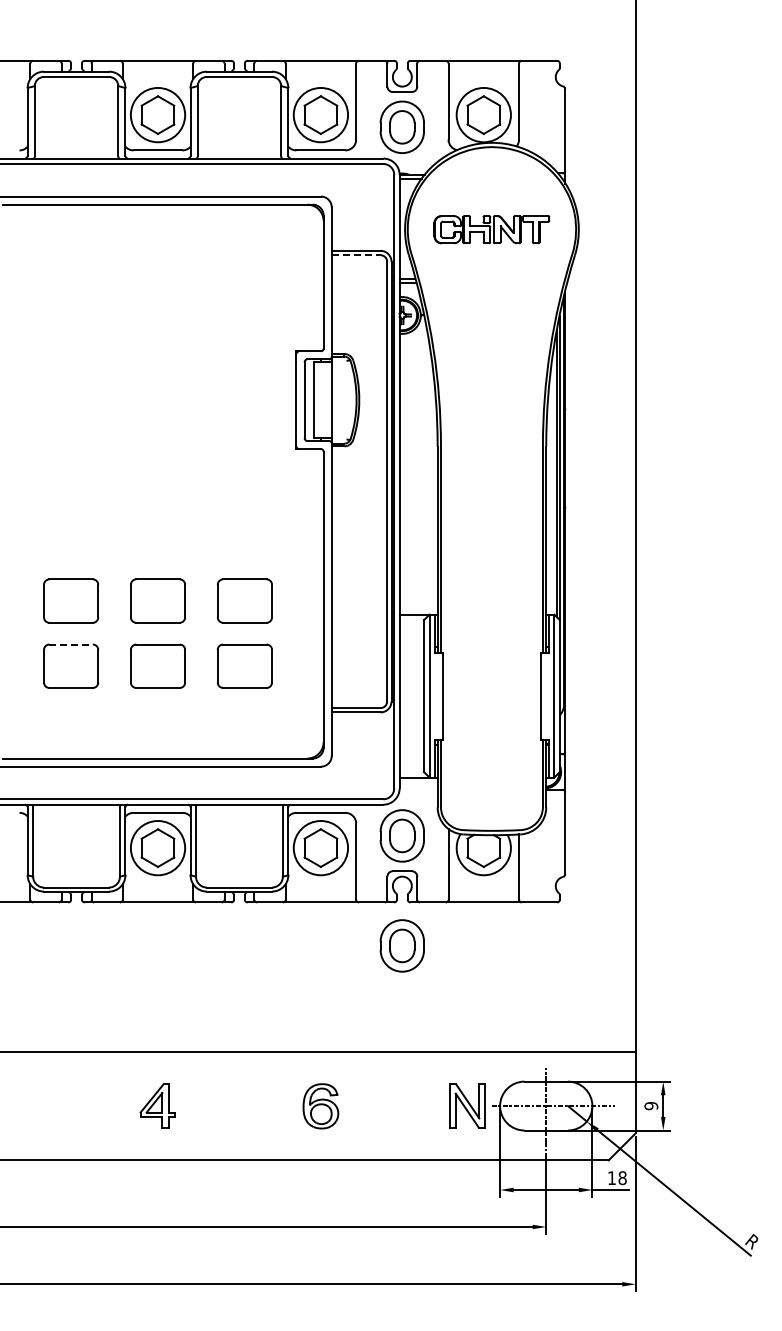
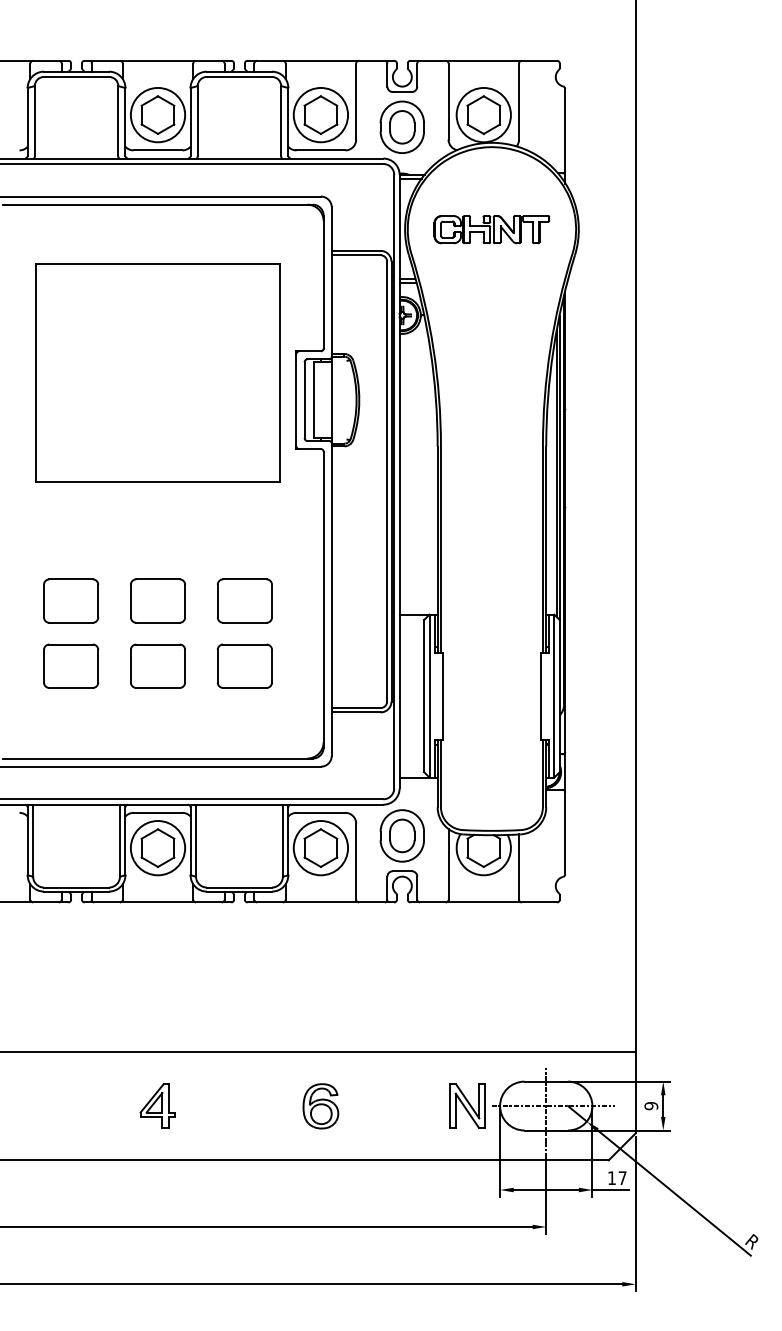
line at (356, 255): dashed -> solid
part at (157, 372): none -> present
line at (71, 644): dashed -> solid
part at (401, 945): present -> none
text at (622, 1178): 18 -> 17
